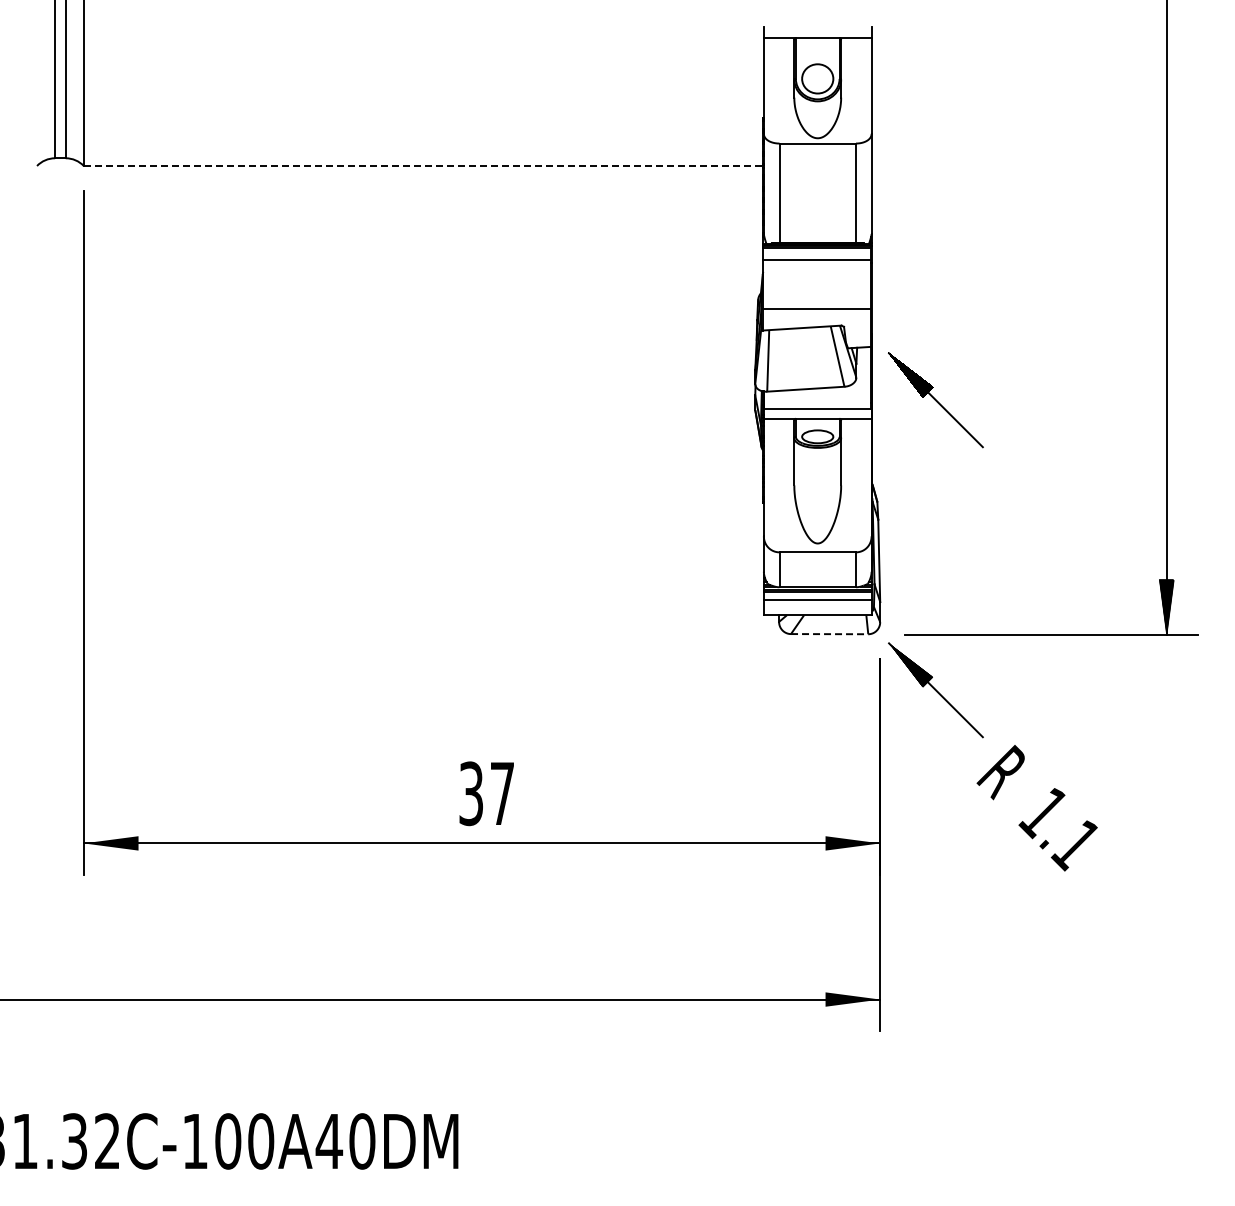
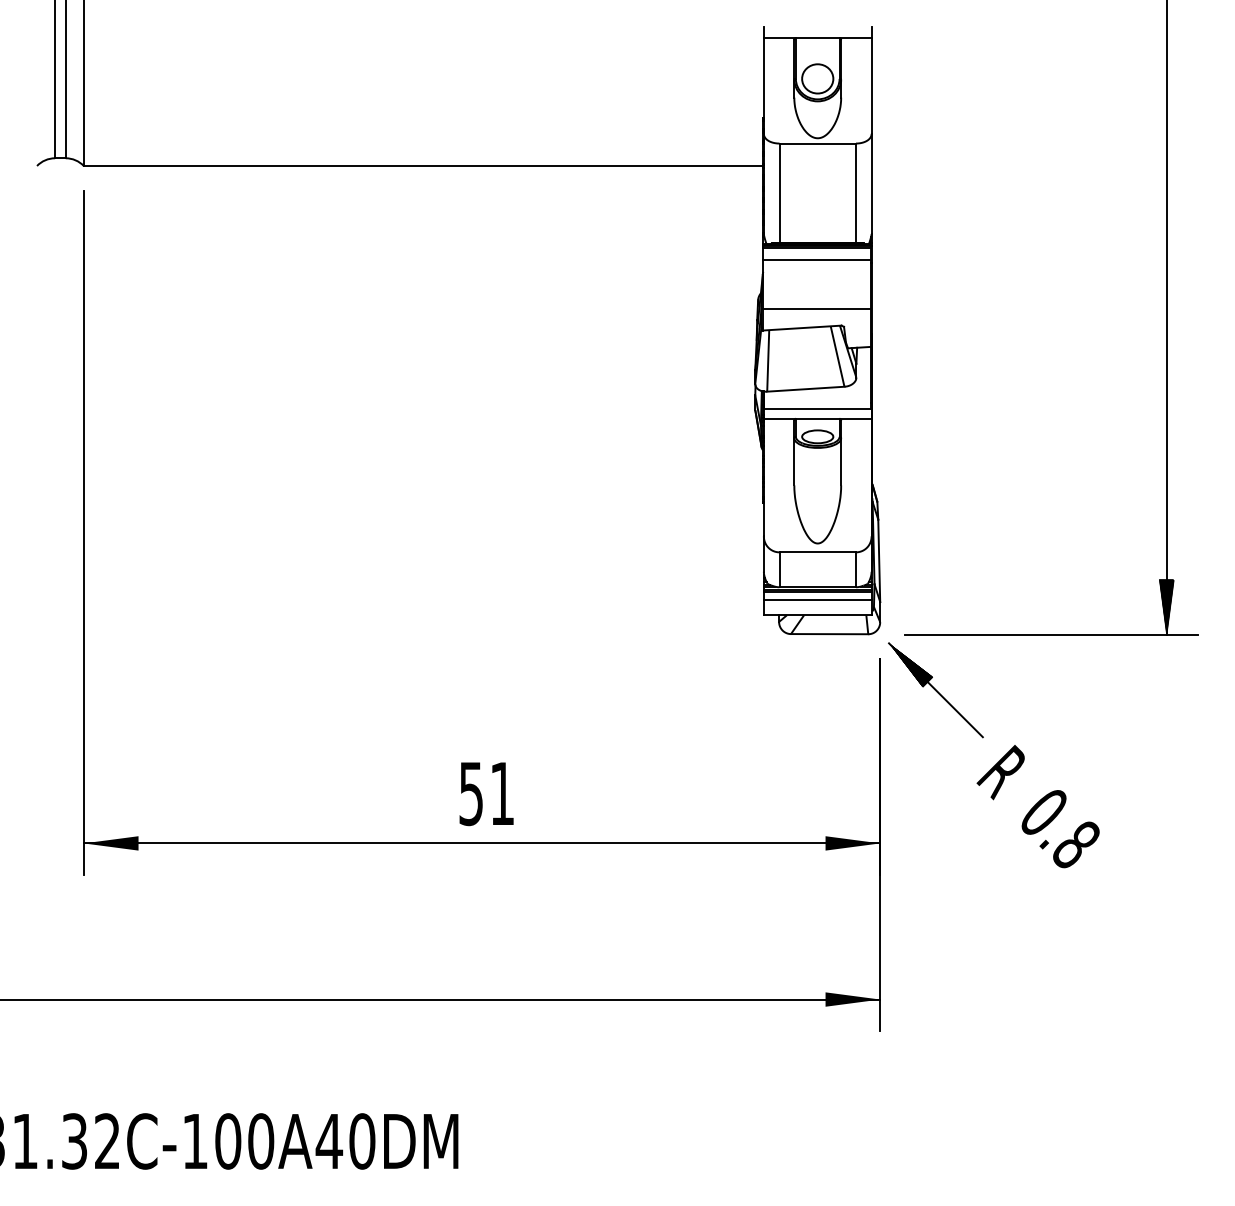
line at (423, 166): dashed -> solid
part at (935, 400): present -> none
line at (829, 634): dashed -> solid
text at (486, 793): 37 -> 51
text at (1058, 829): 1.1 -> 0.8
